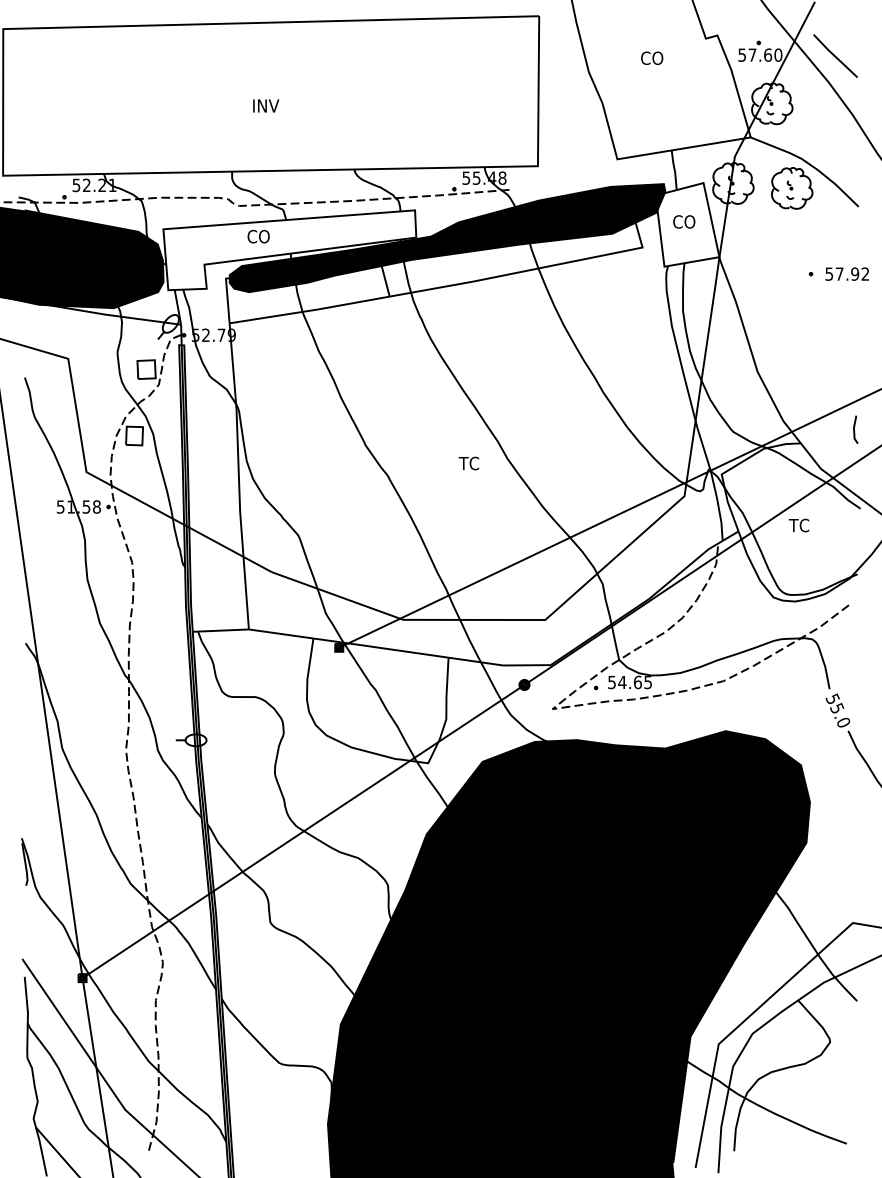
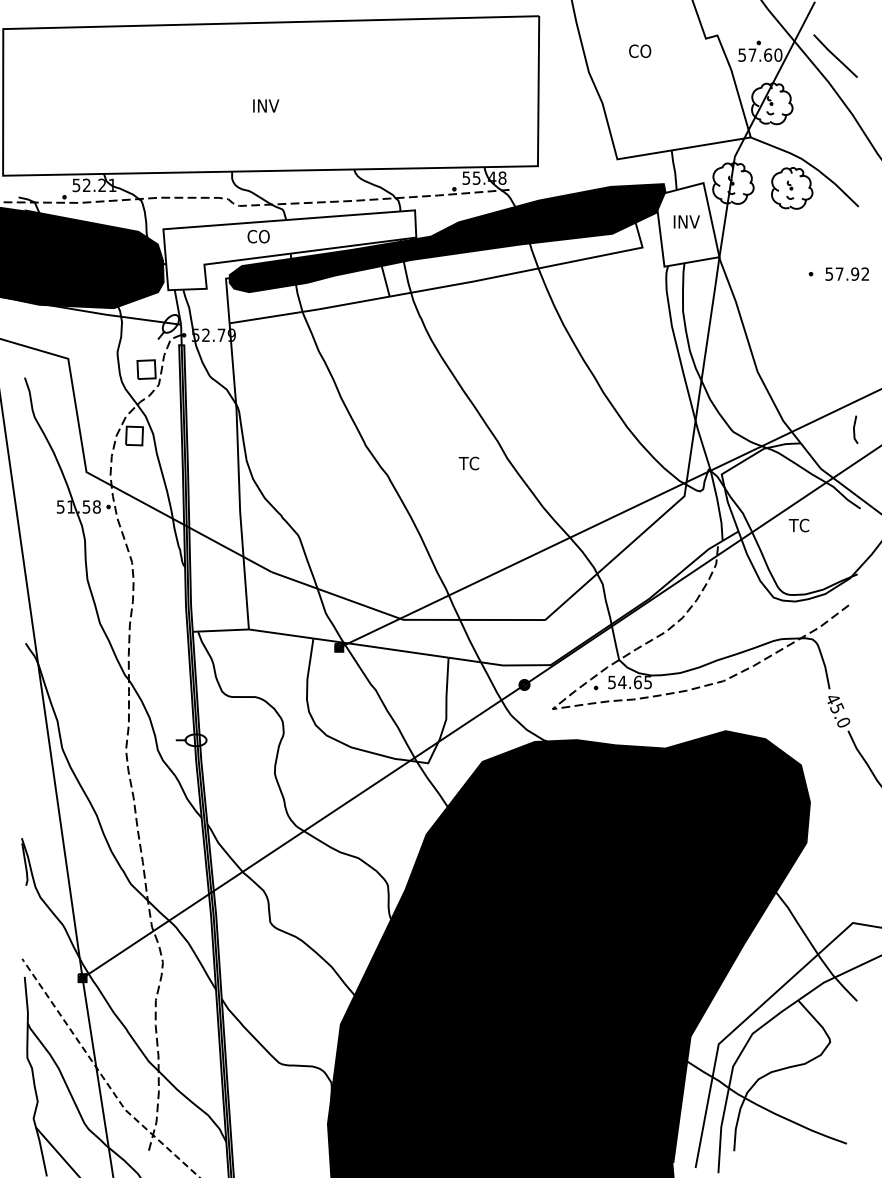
text at (652, 57) position: (652, 57) -> (640, 50)
text at (686, 221): CO -> INV
text at (832, 698): 55.0 -> 45.0
line at (102, 1076): solid -> dashed
